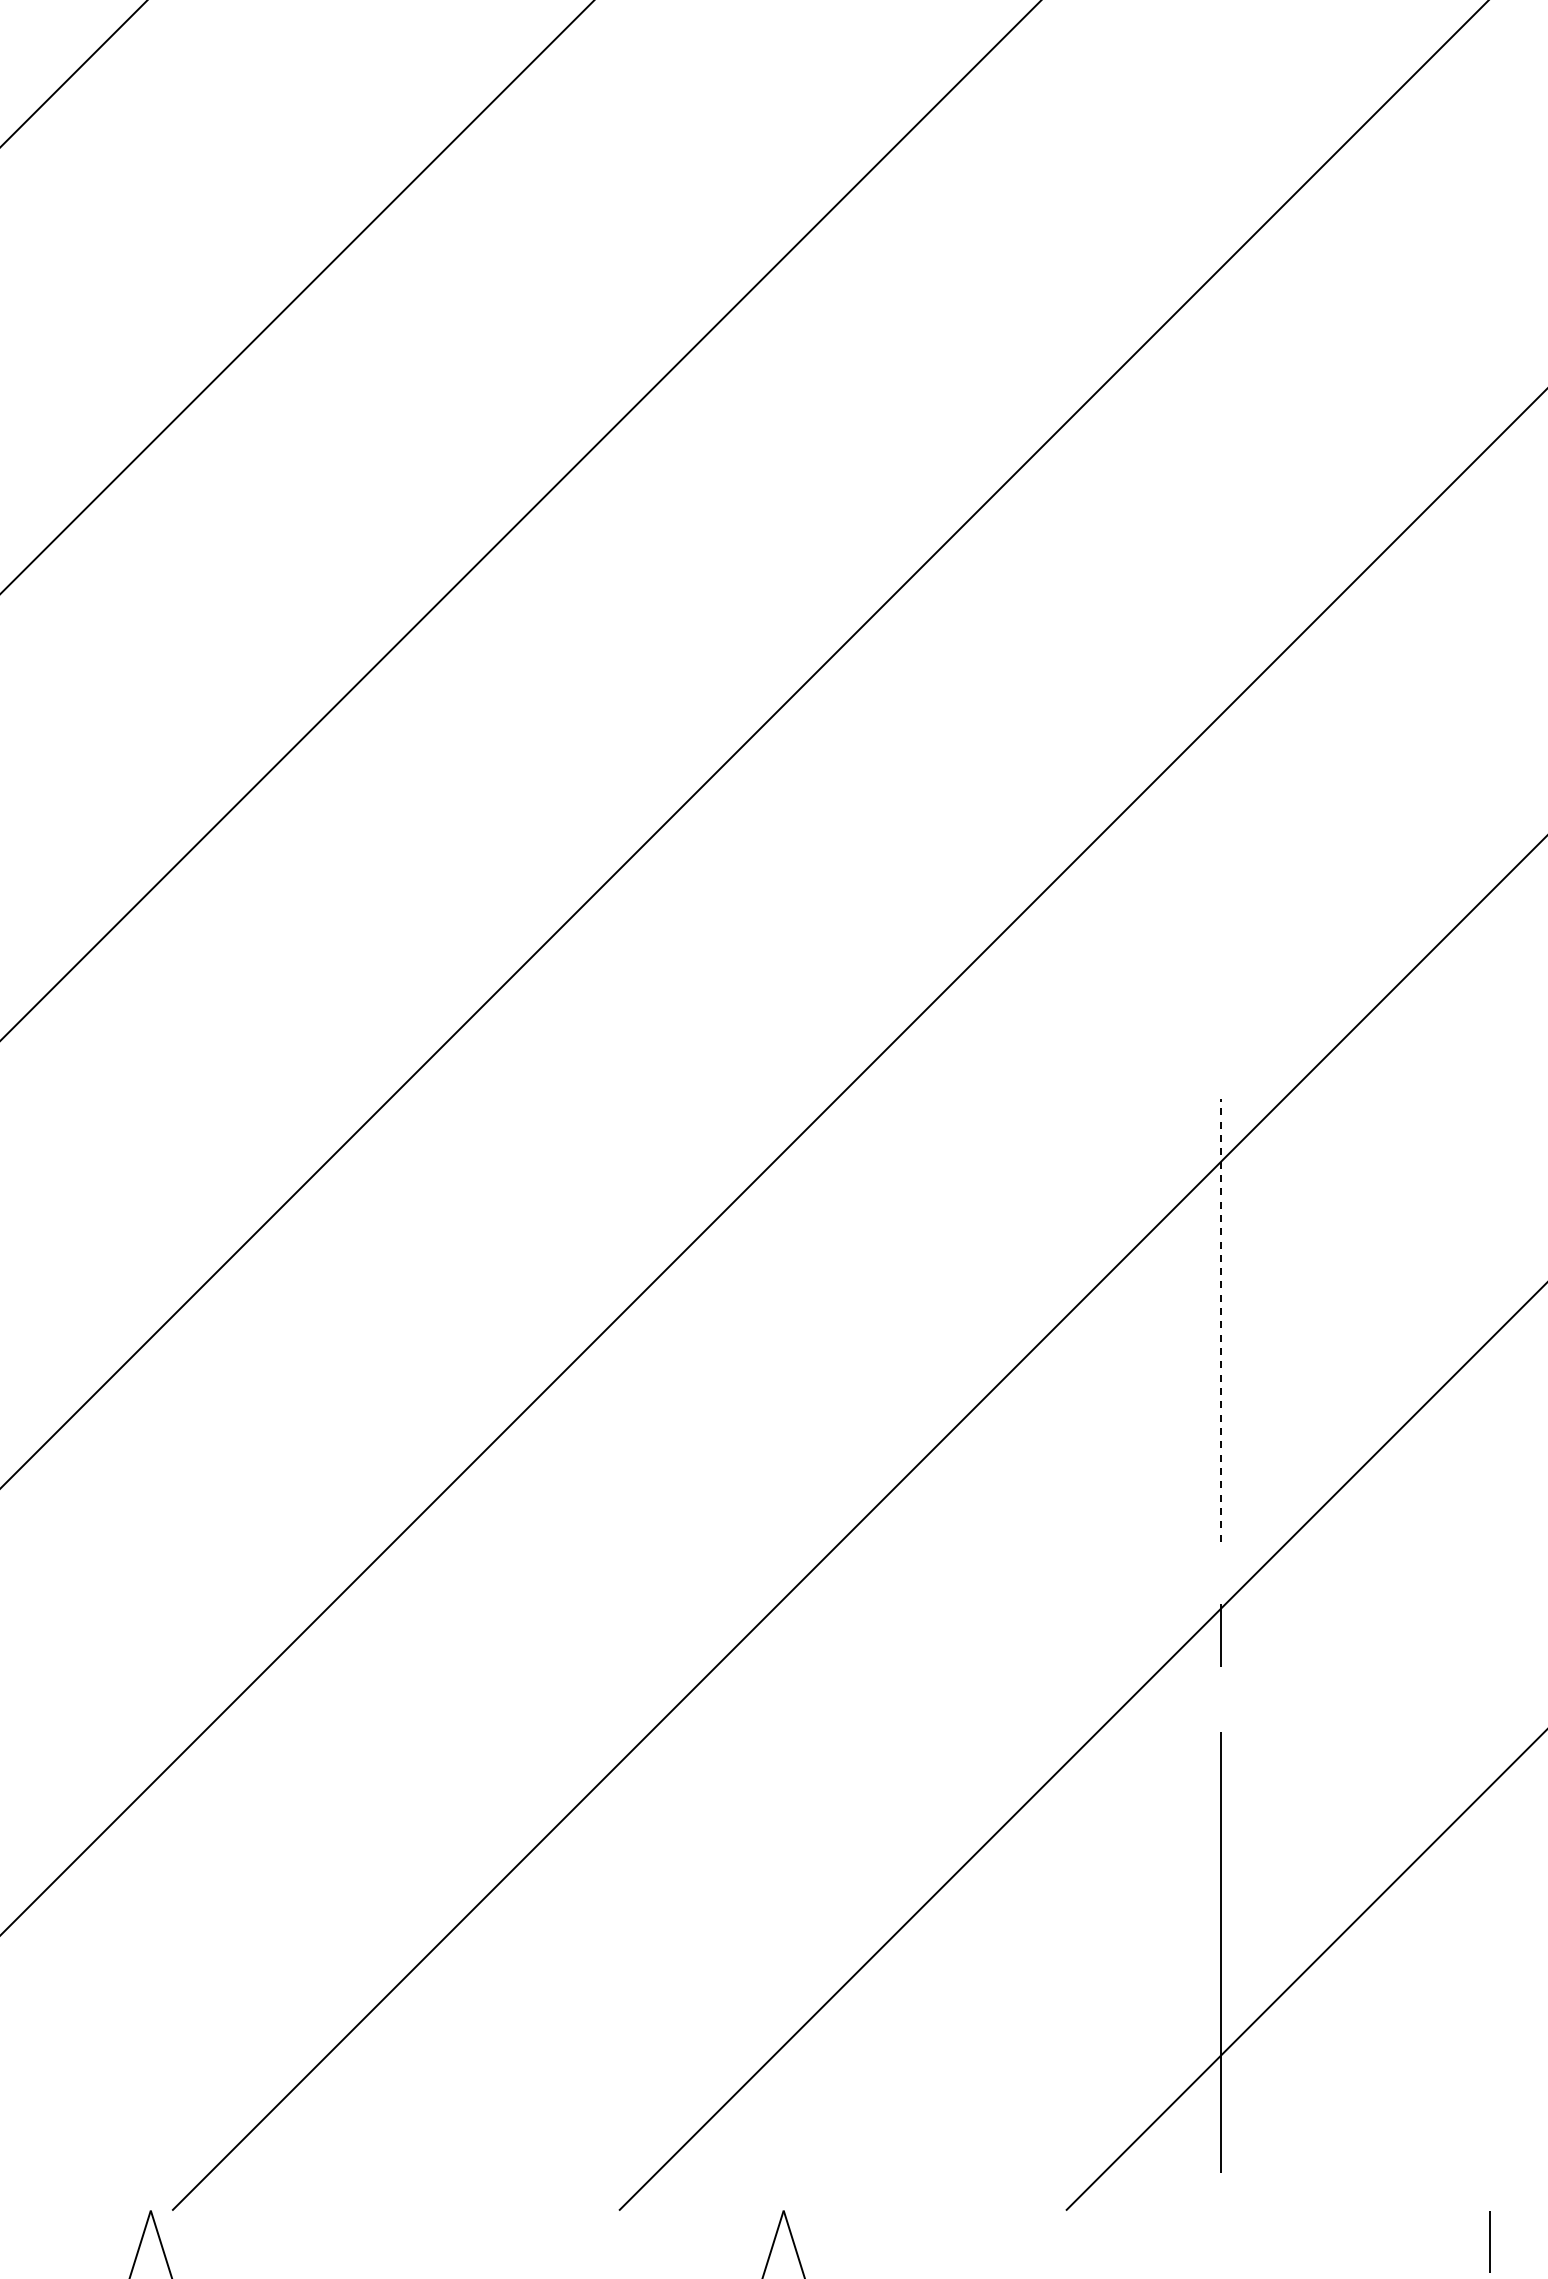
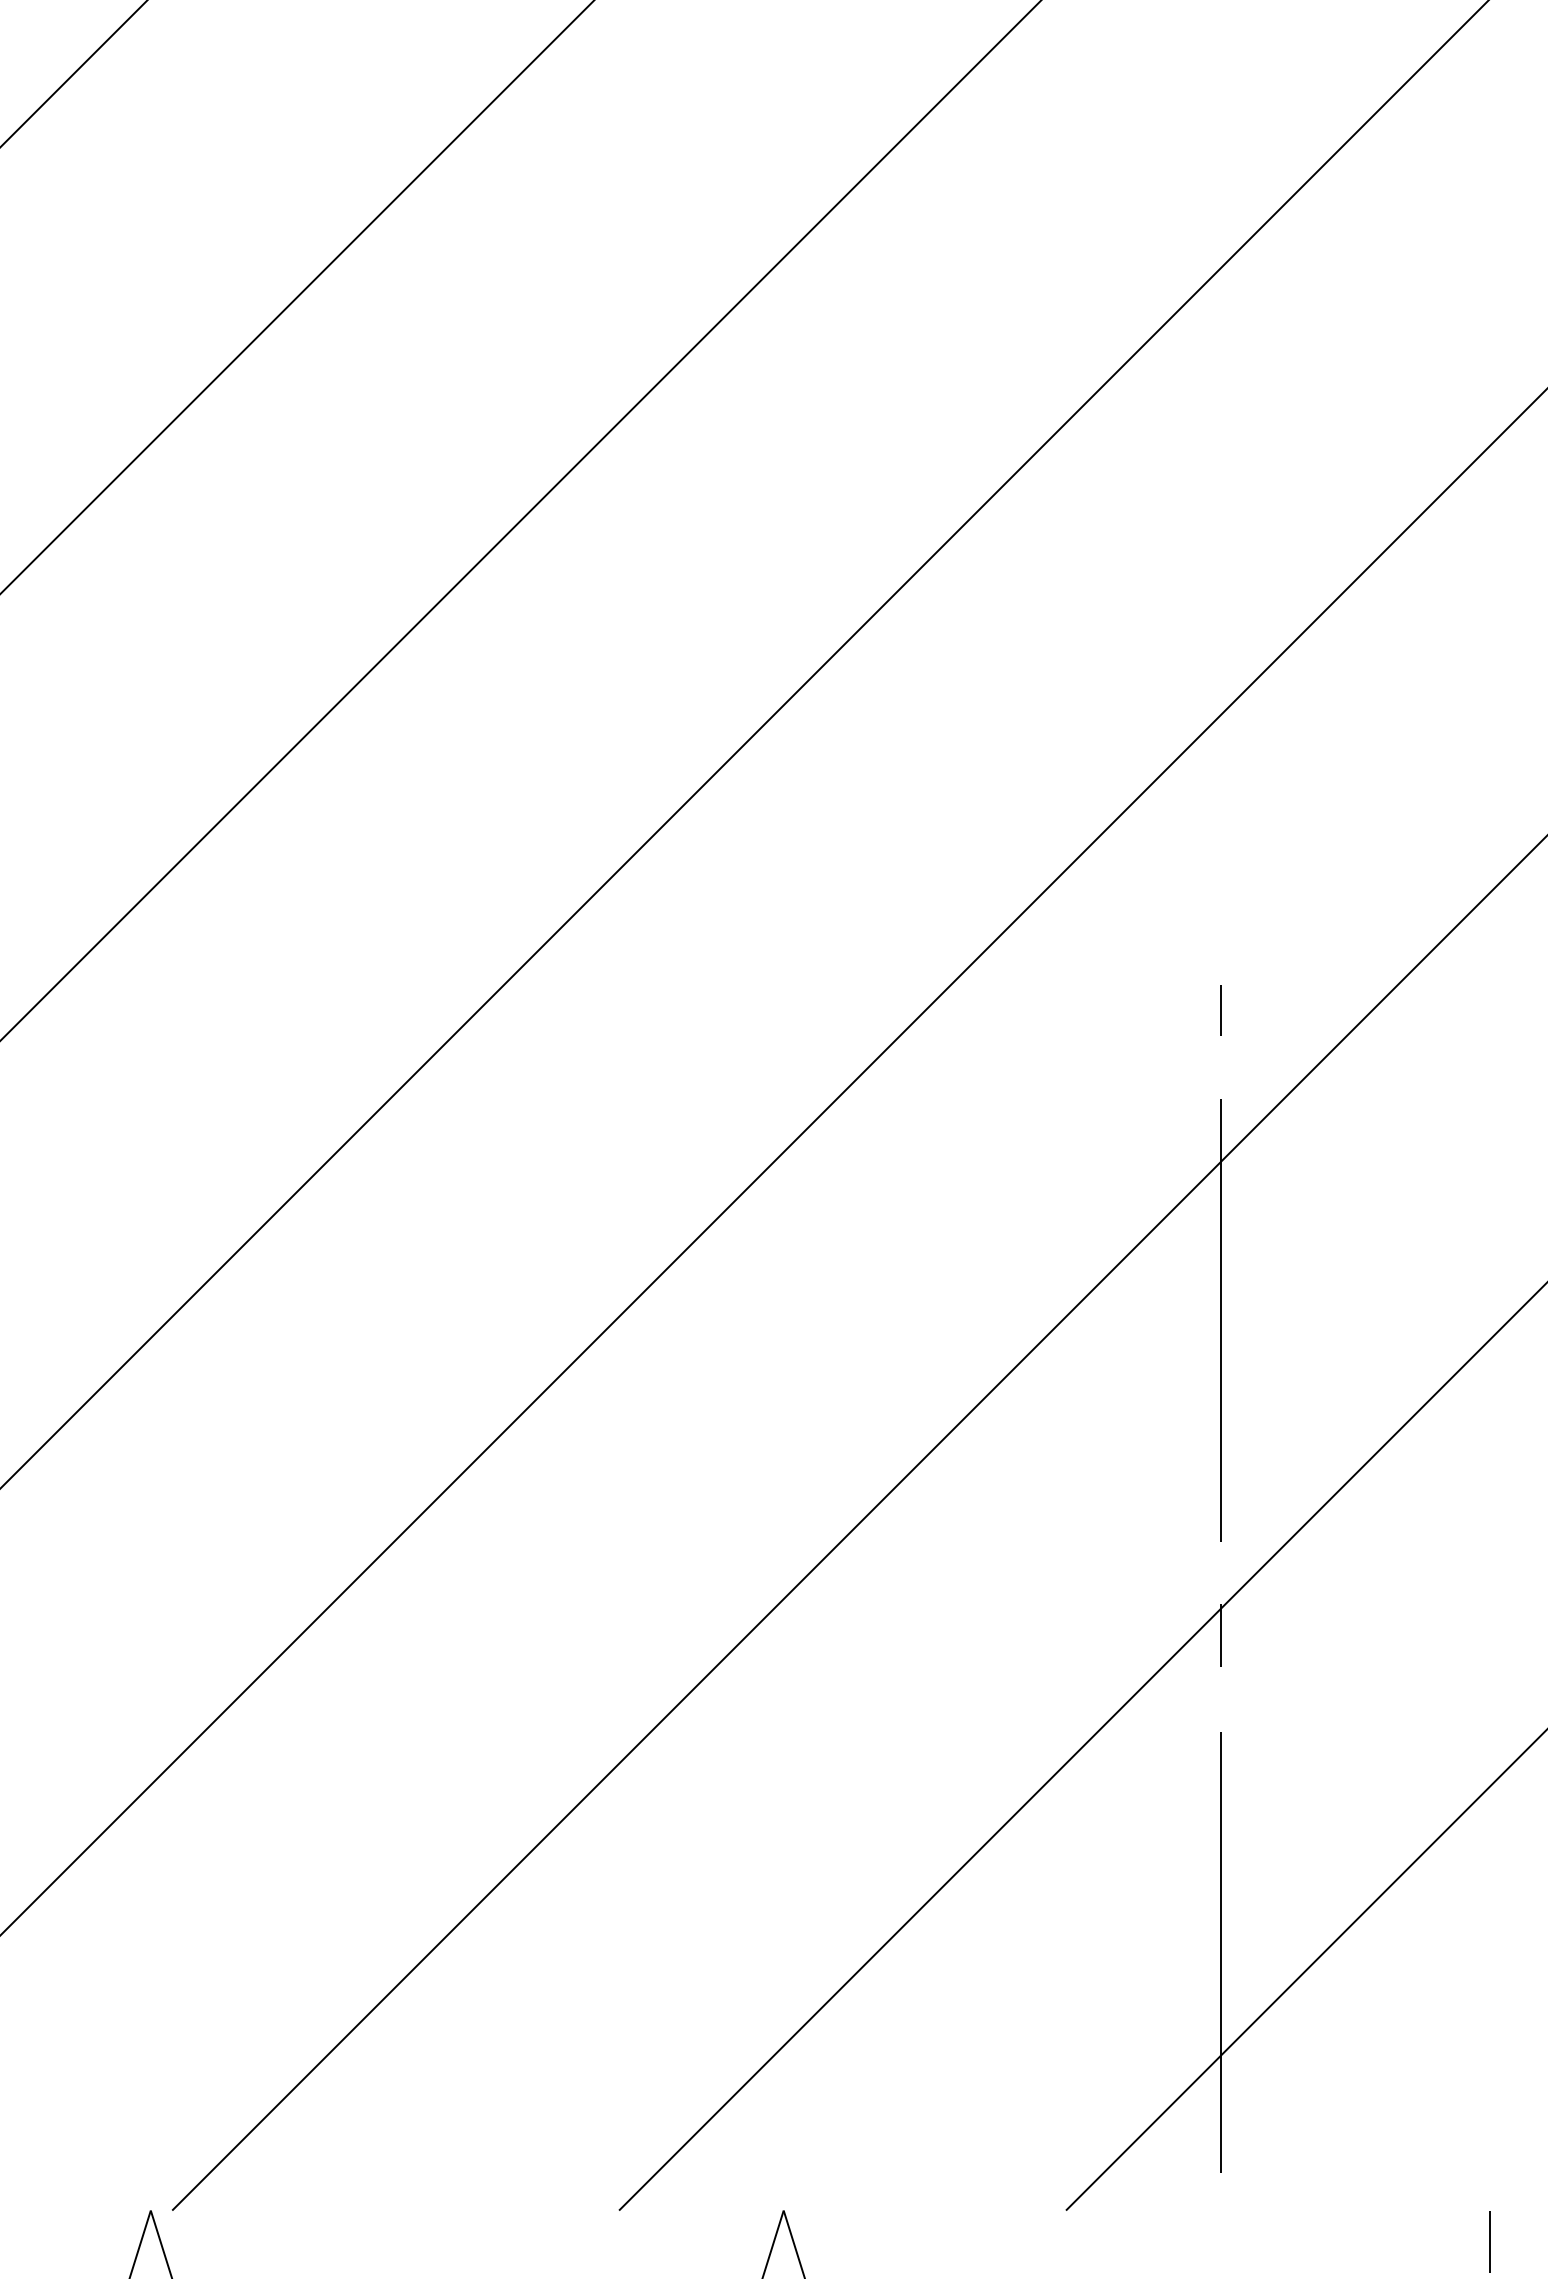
line at (1220, 1010): none -> present
line at (1221, 1319): dashed -> solid
